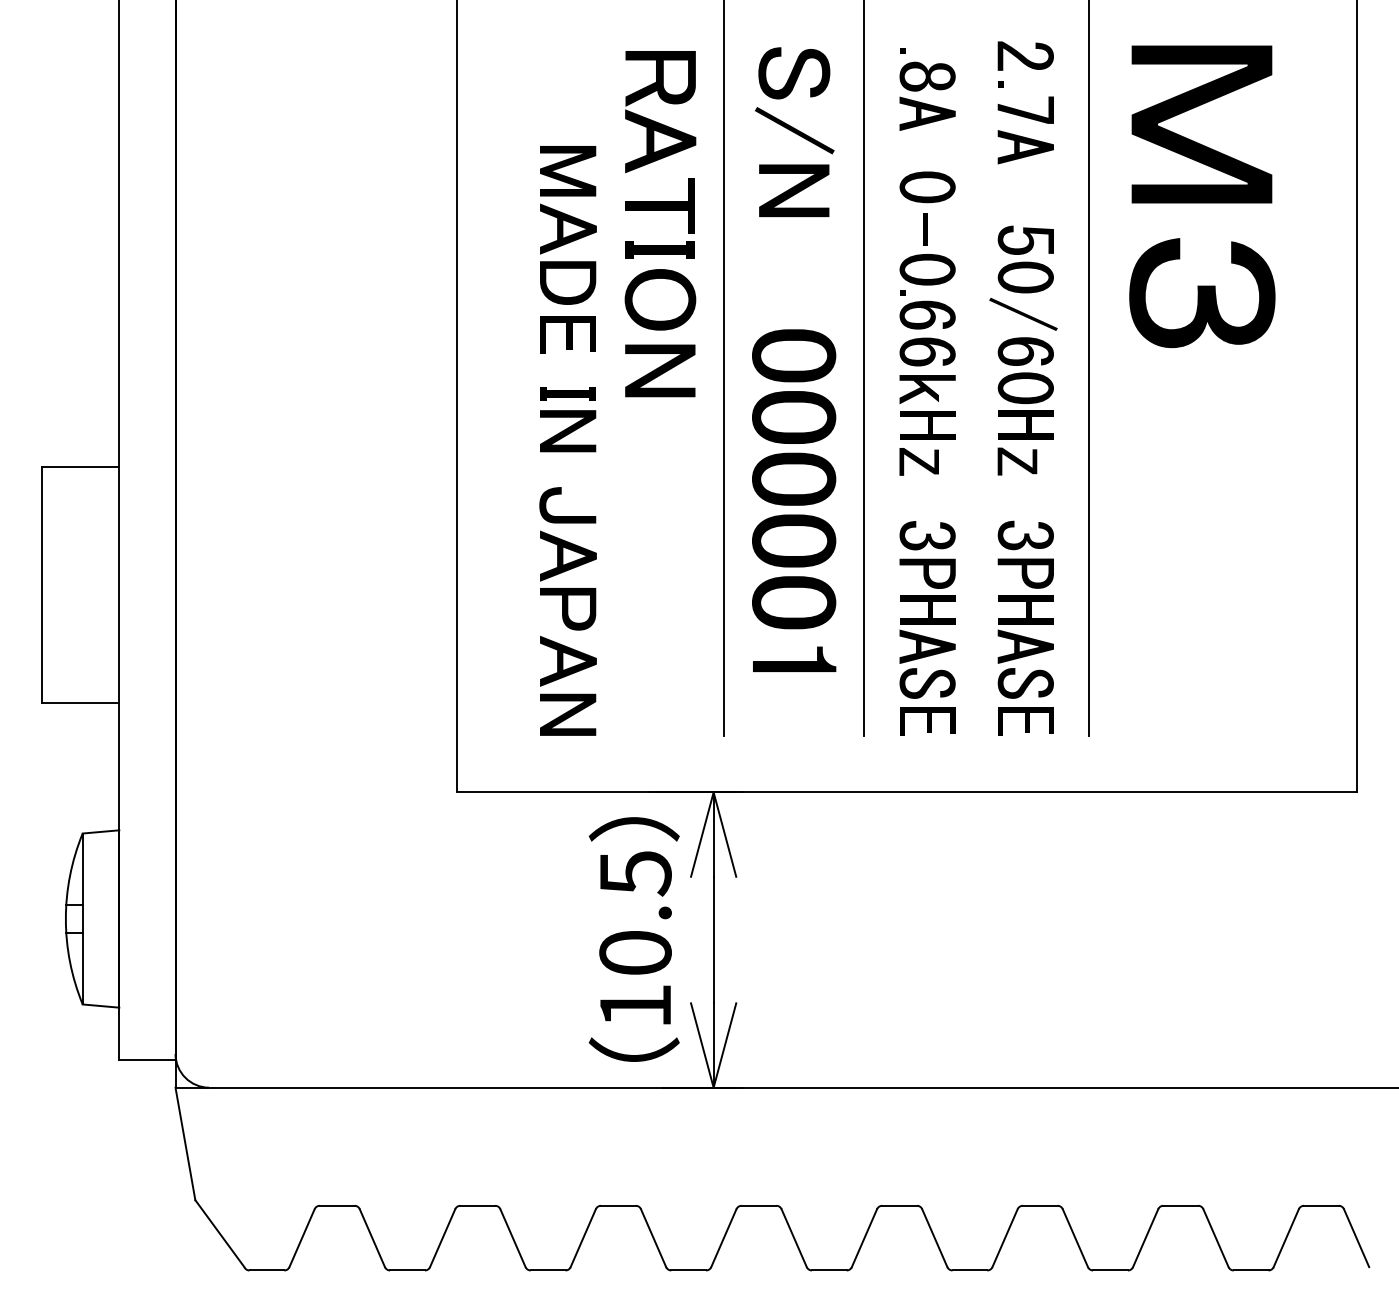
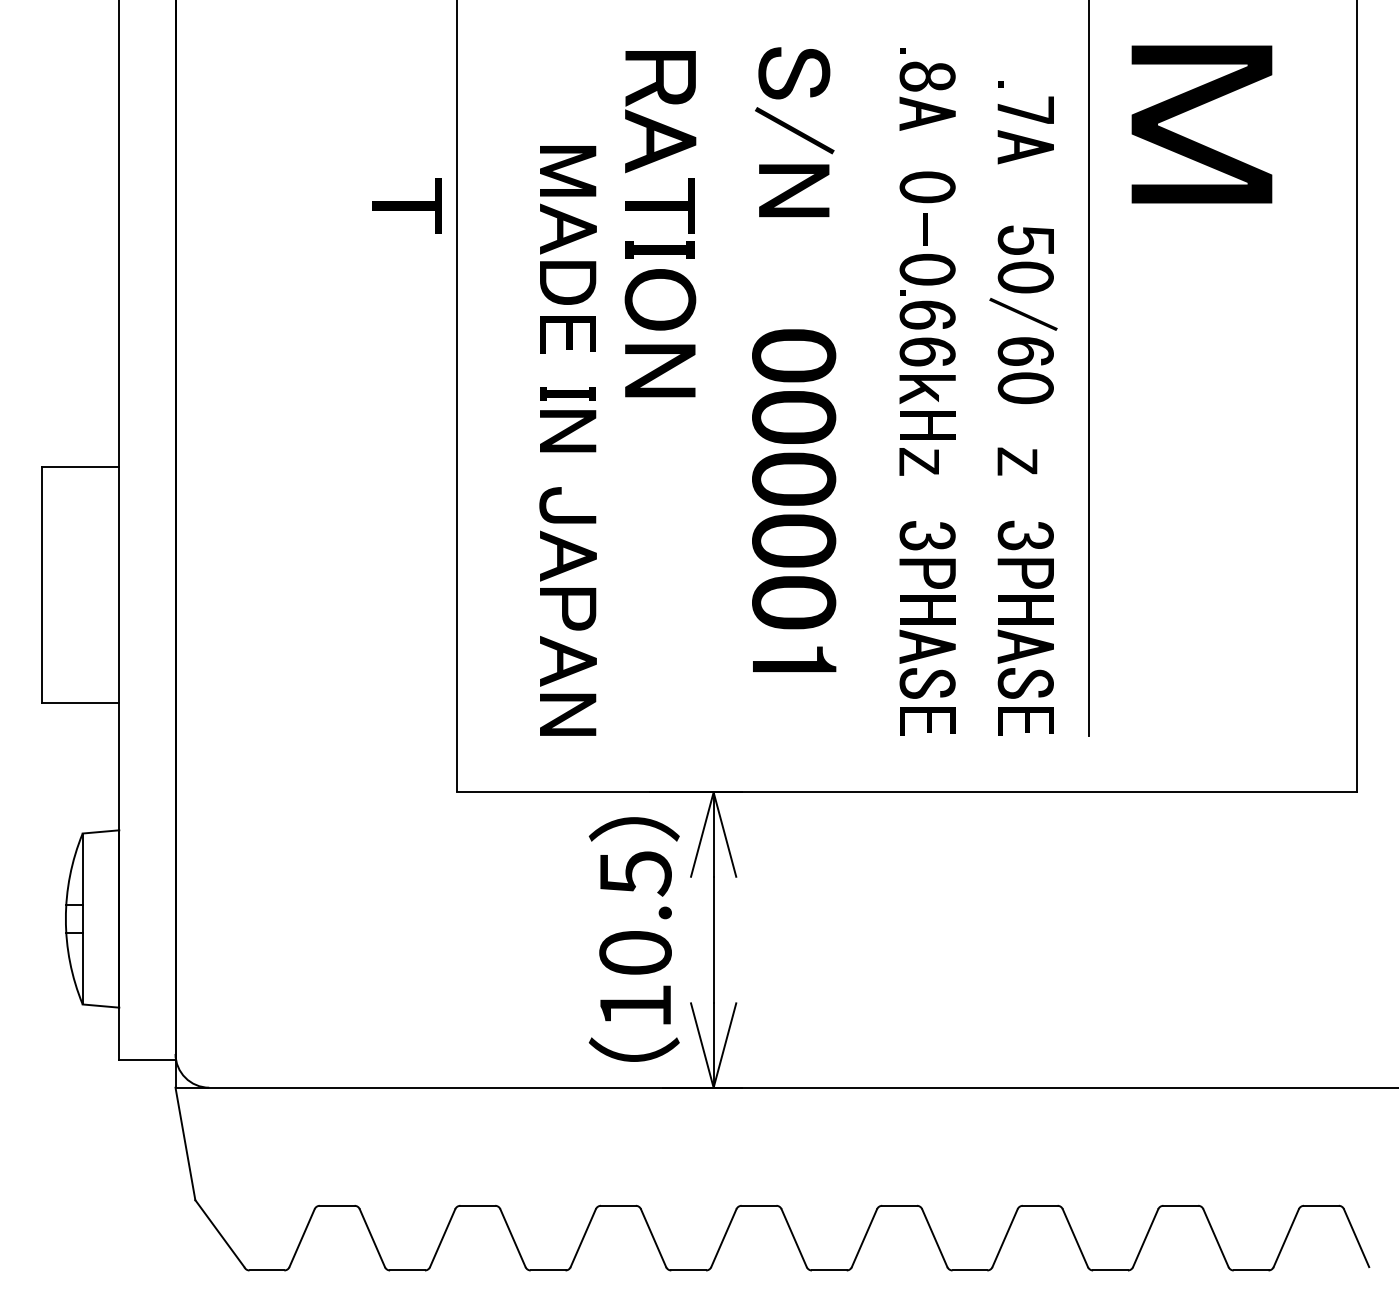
fill at (1025, 55): present -> none
part at (406, 205): none -> present
part at (1202, 293): present -> none
line at (723, 368): present -> none
line at (864, 368): present -> none
fill at (1025, 425): present -> none
